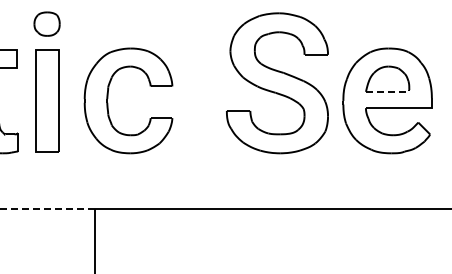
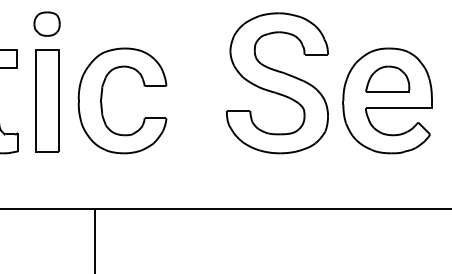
line at (389, 91): dashed -> solid
part at (108, 98) position: (108, 98) -> (102, 98)
line at (47, 209): dashed -> solid
